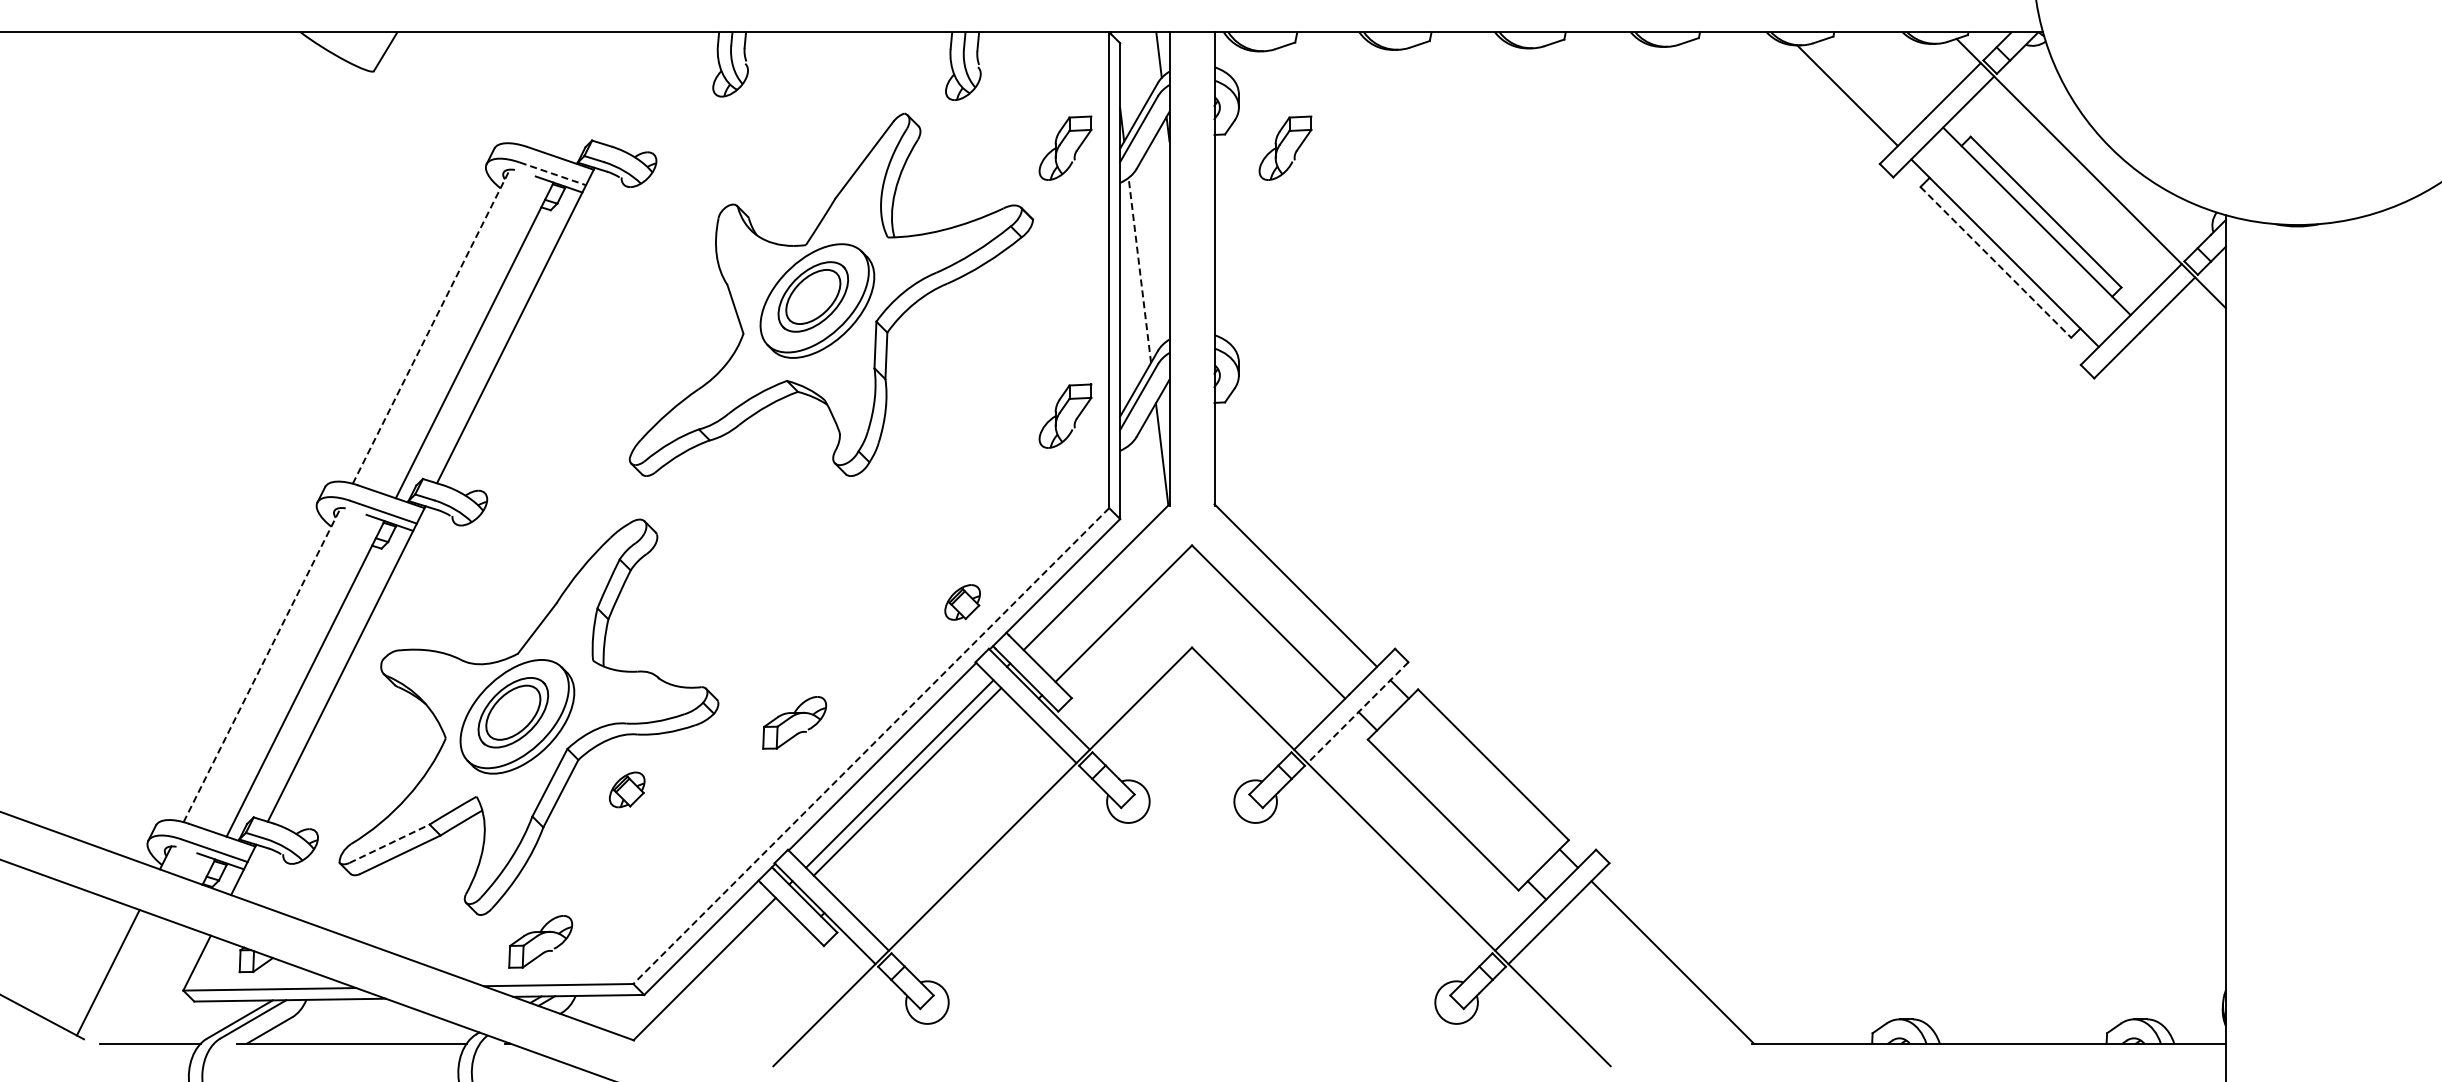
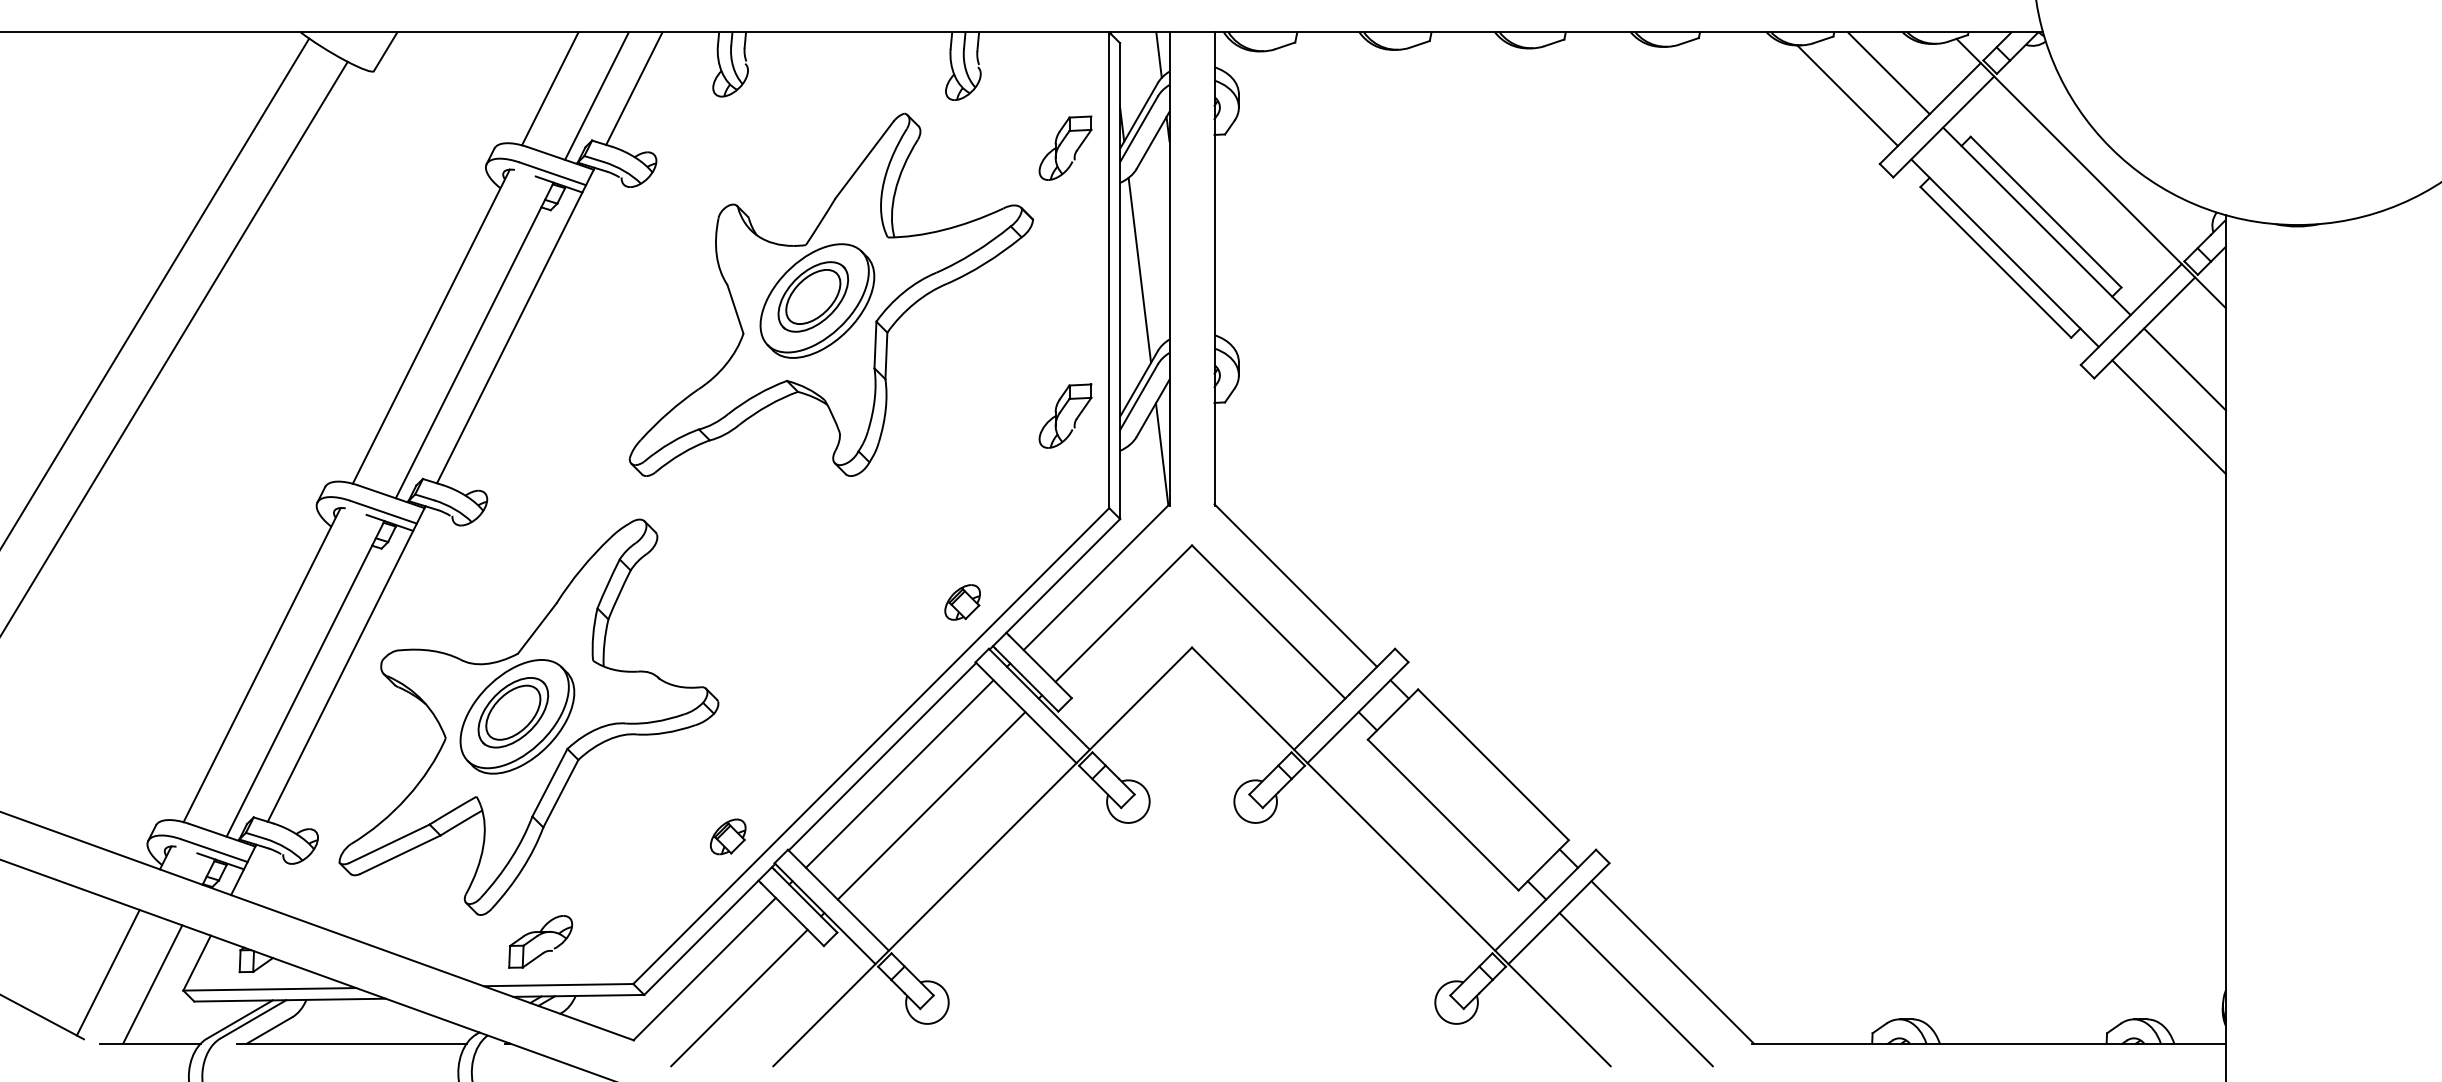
line at (1888, 73): none -> present
line at (550, 88): none -> present
line at (634, 88): none -> present
line at (596, 95): none -> present
part at (1285, 147): present -> none
line at (553, 174): dashed -> solid
line at (1995, 262): dashed -> solid
line at (1139, 269): dashed -> solid
line at (155, 292): none -> present
line at (431, 326): dashed -> solid
line at (174, 347): none -> present
line at (2184, 369): none -> present
line at (2168, 417): none -> present
line at (262, 665): dashed -> solid
line at (1357, 713): dashed -> solid
part at (794, 722): present -> none
line at (870, 746): dashed -> solid
line at (907, 781) position: (907, 781) -> (931, 805)
part at (627, 789) position: (627, 789) -> (728, 836)
line at (390, 843): dashed -> solid
line at (152, 984): none -> present
line at (1635, 989): none -> present
line at (739, 997): none -> present
